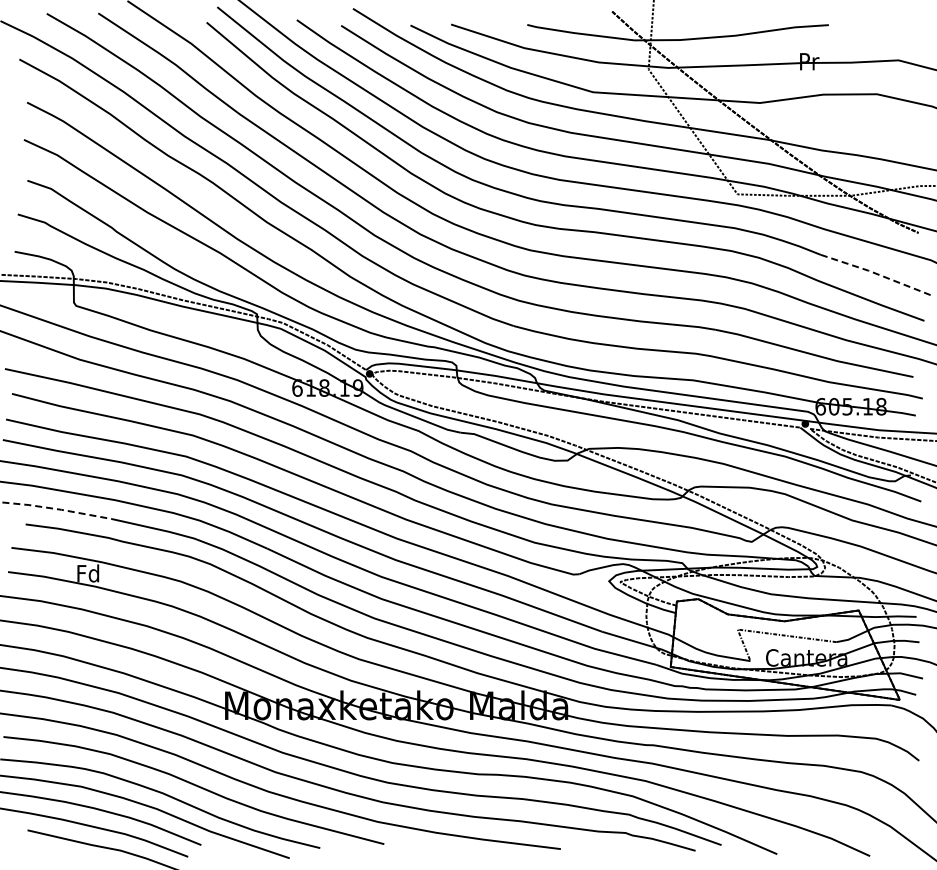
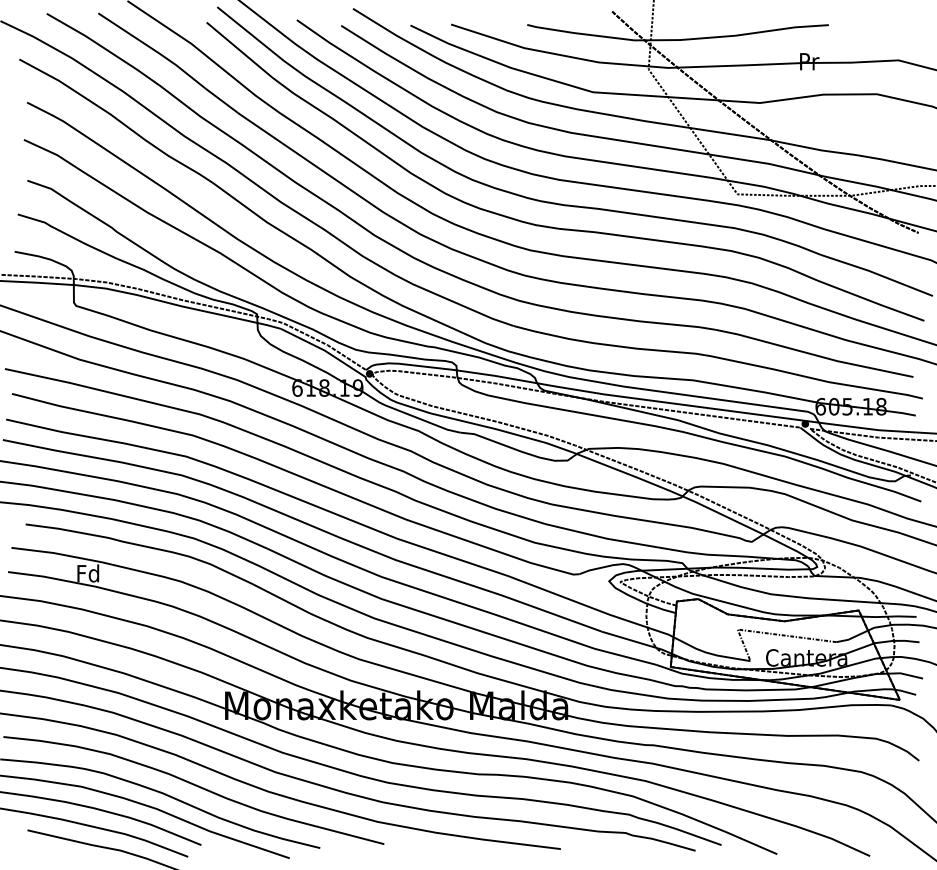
line at (876, 273): dashed -> solid
line at (56, 509): dashed -> solid
